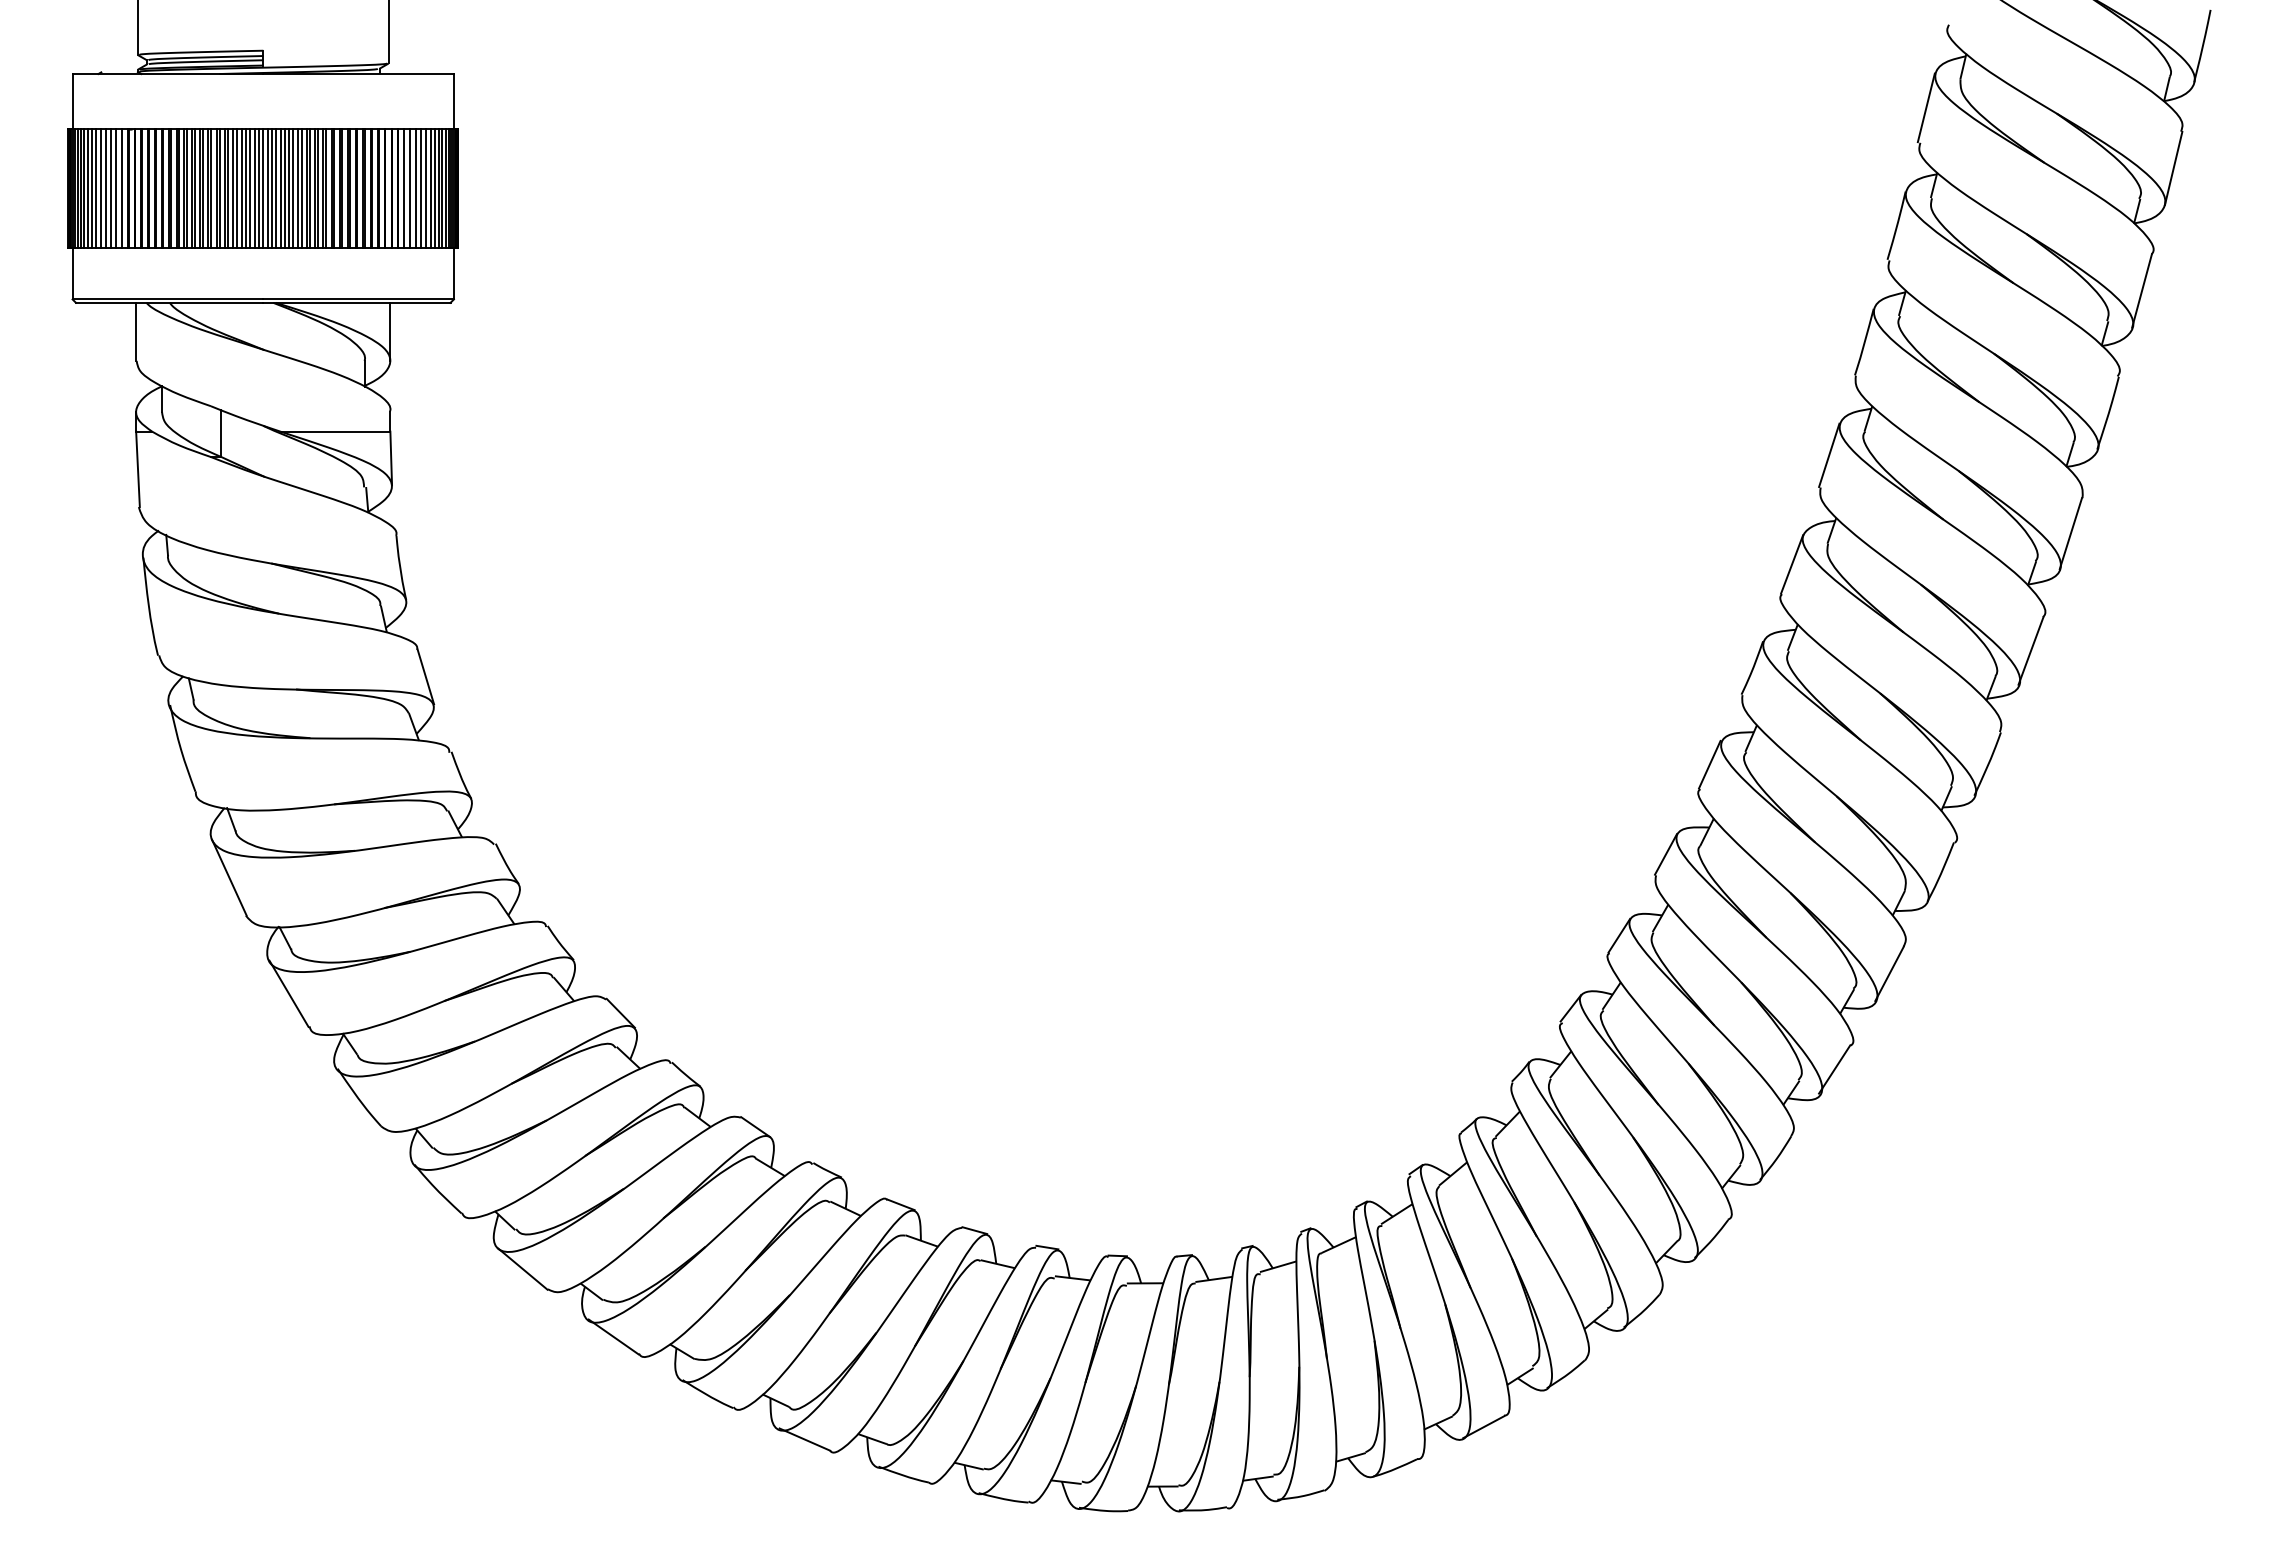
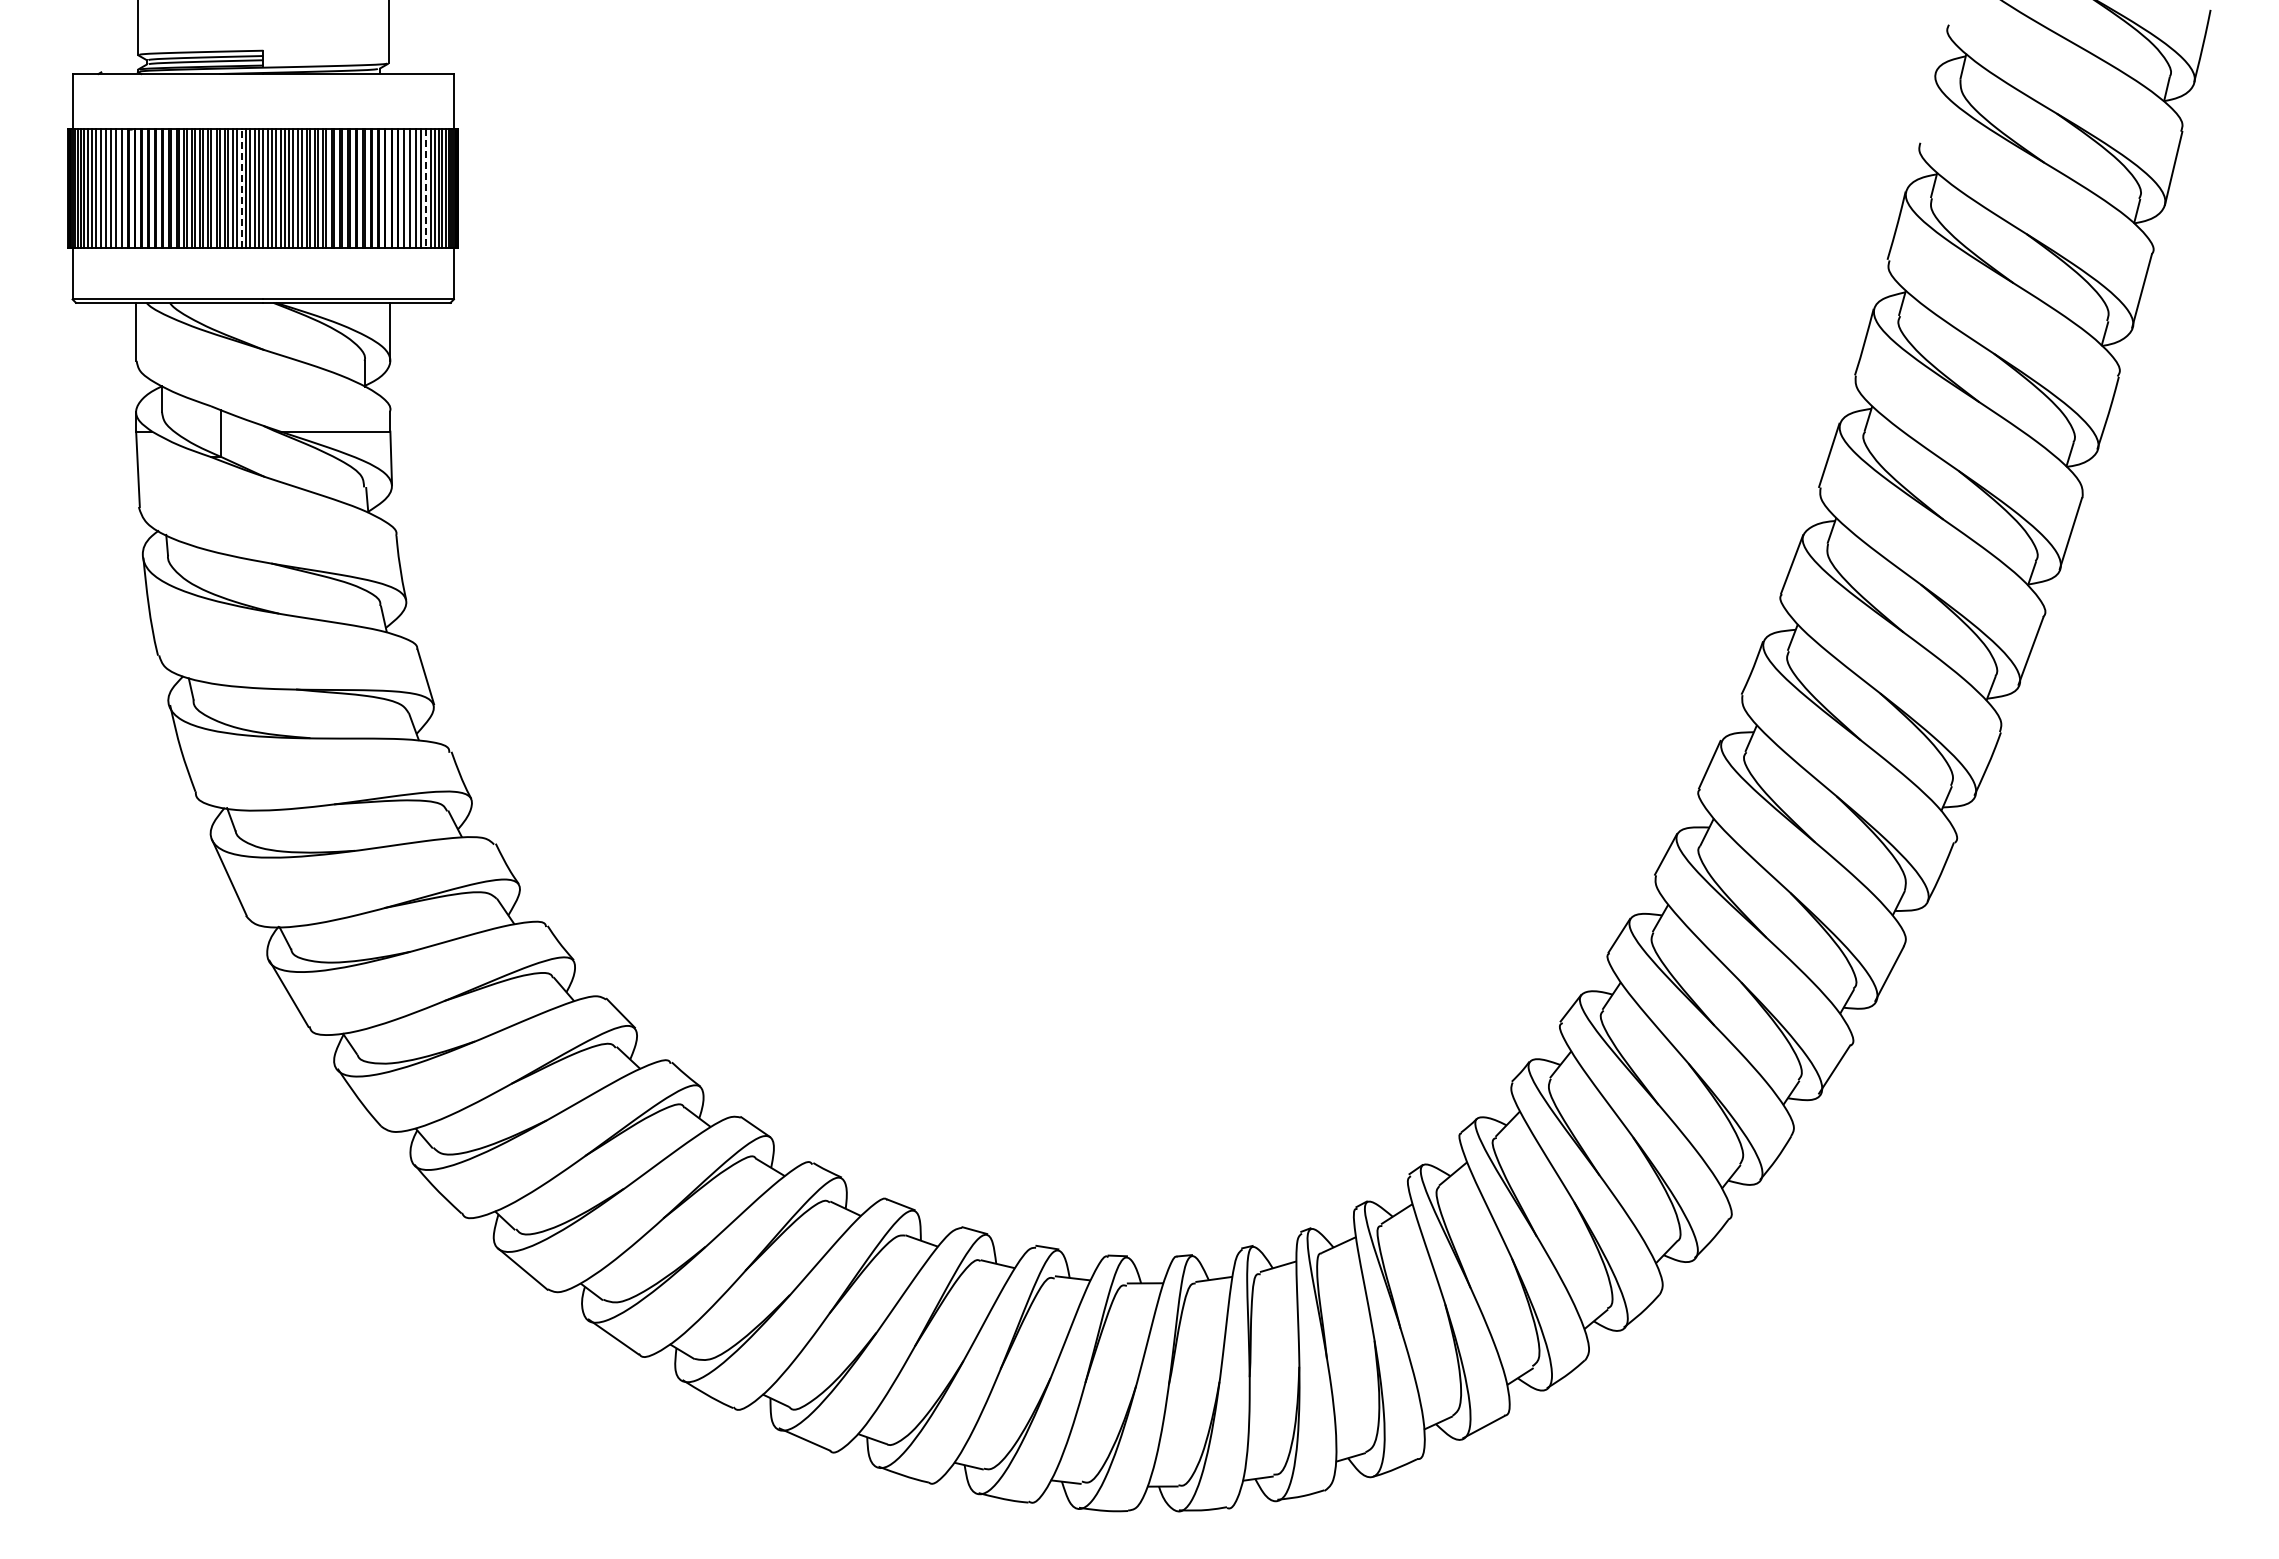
line at (1925, 107): present -> none
line at (241, 187): solid -> dashed
line at (425, 188): solid -> dashed
